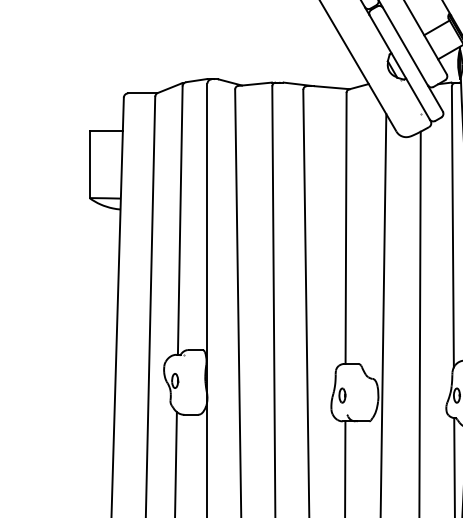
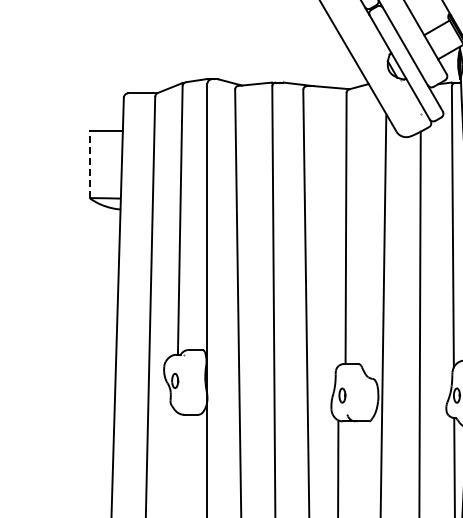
line at (89, 164): solid -> dashed
line at (175, 463): present -> none
line at (345, 467) position: (345, 467) -> (338, 467)
